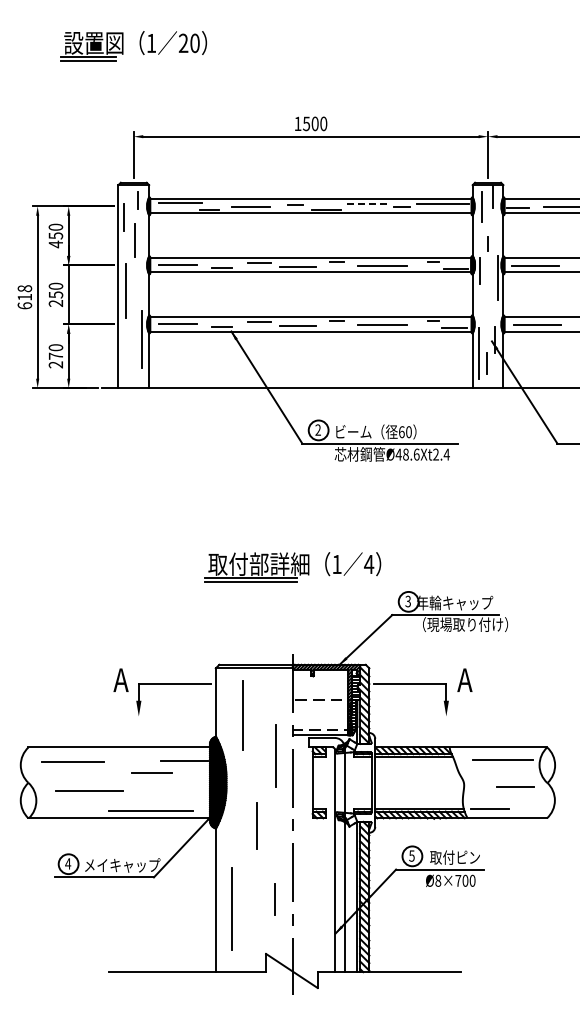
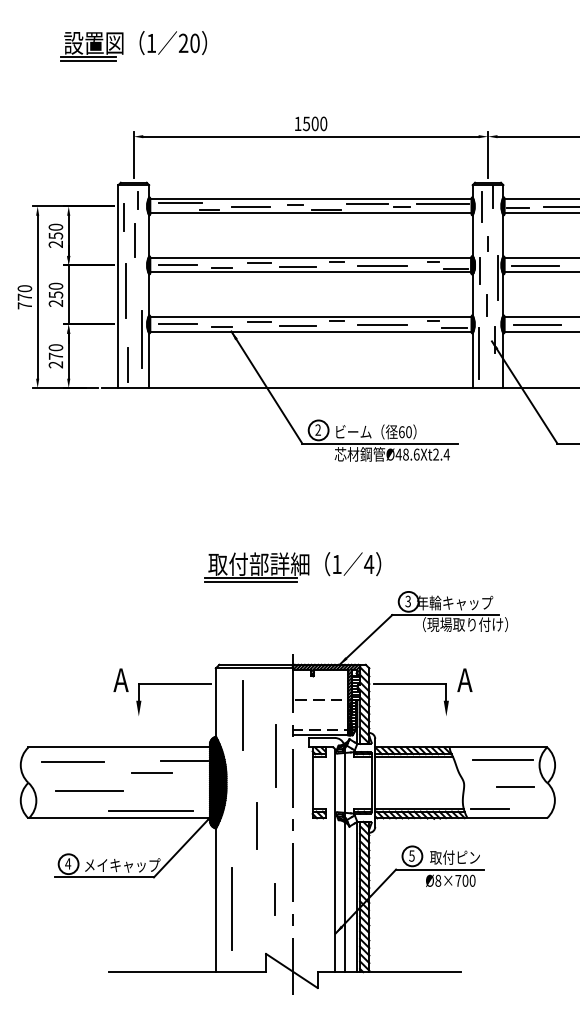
line at (368, 203): dashed -> solid
text at (55, 244): 450 -> 250
text at (24, 297): 618 -> 770
line at (486, 363) position: (486, 363) -> (486, 305)
line at (127, 365): none -> present
